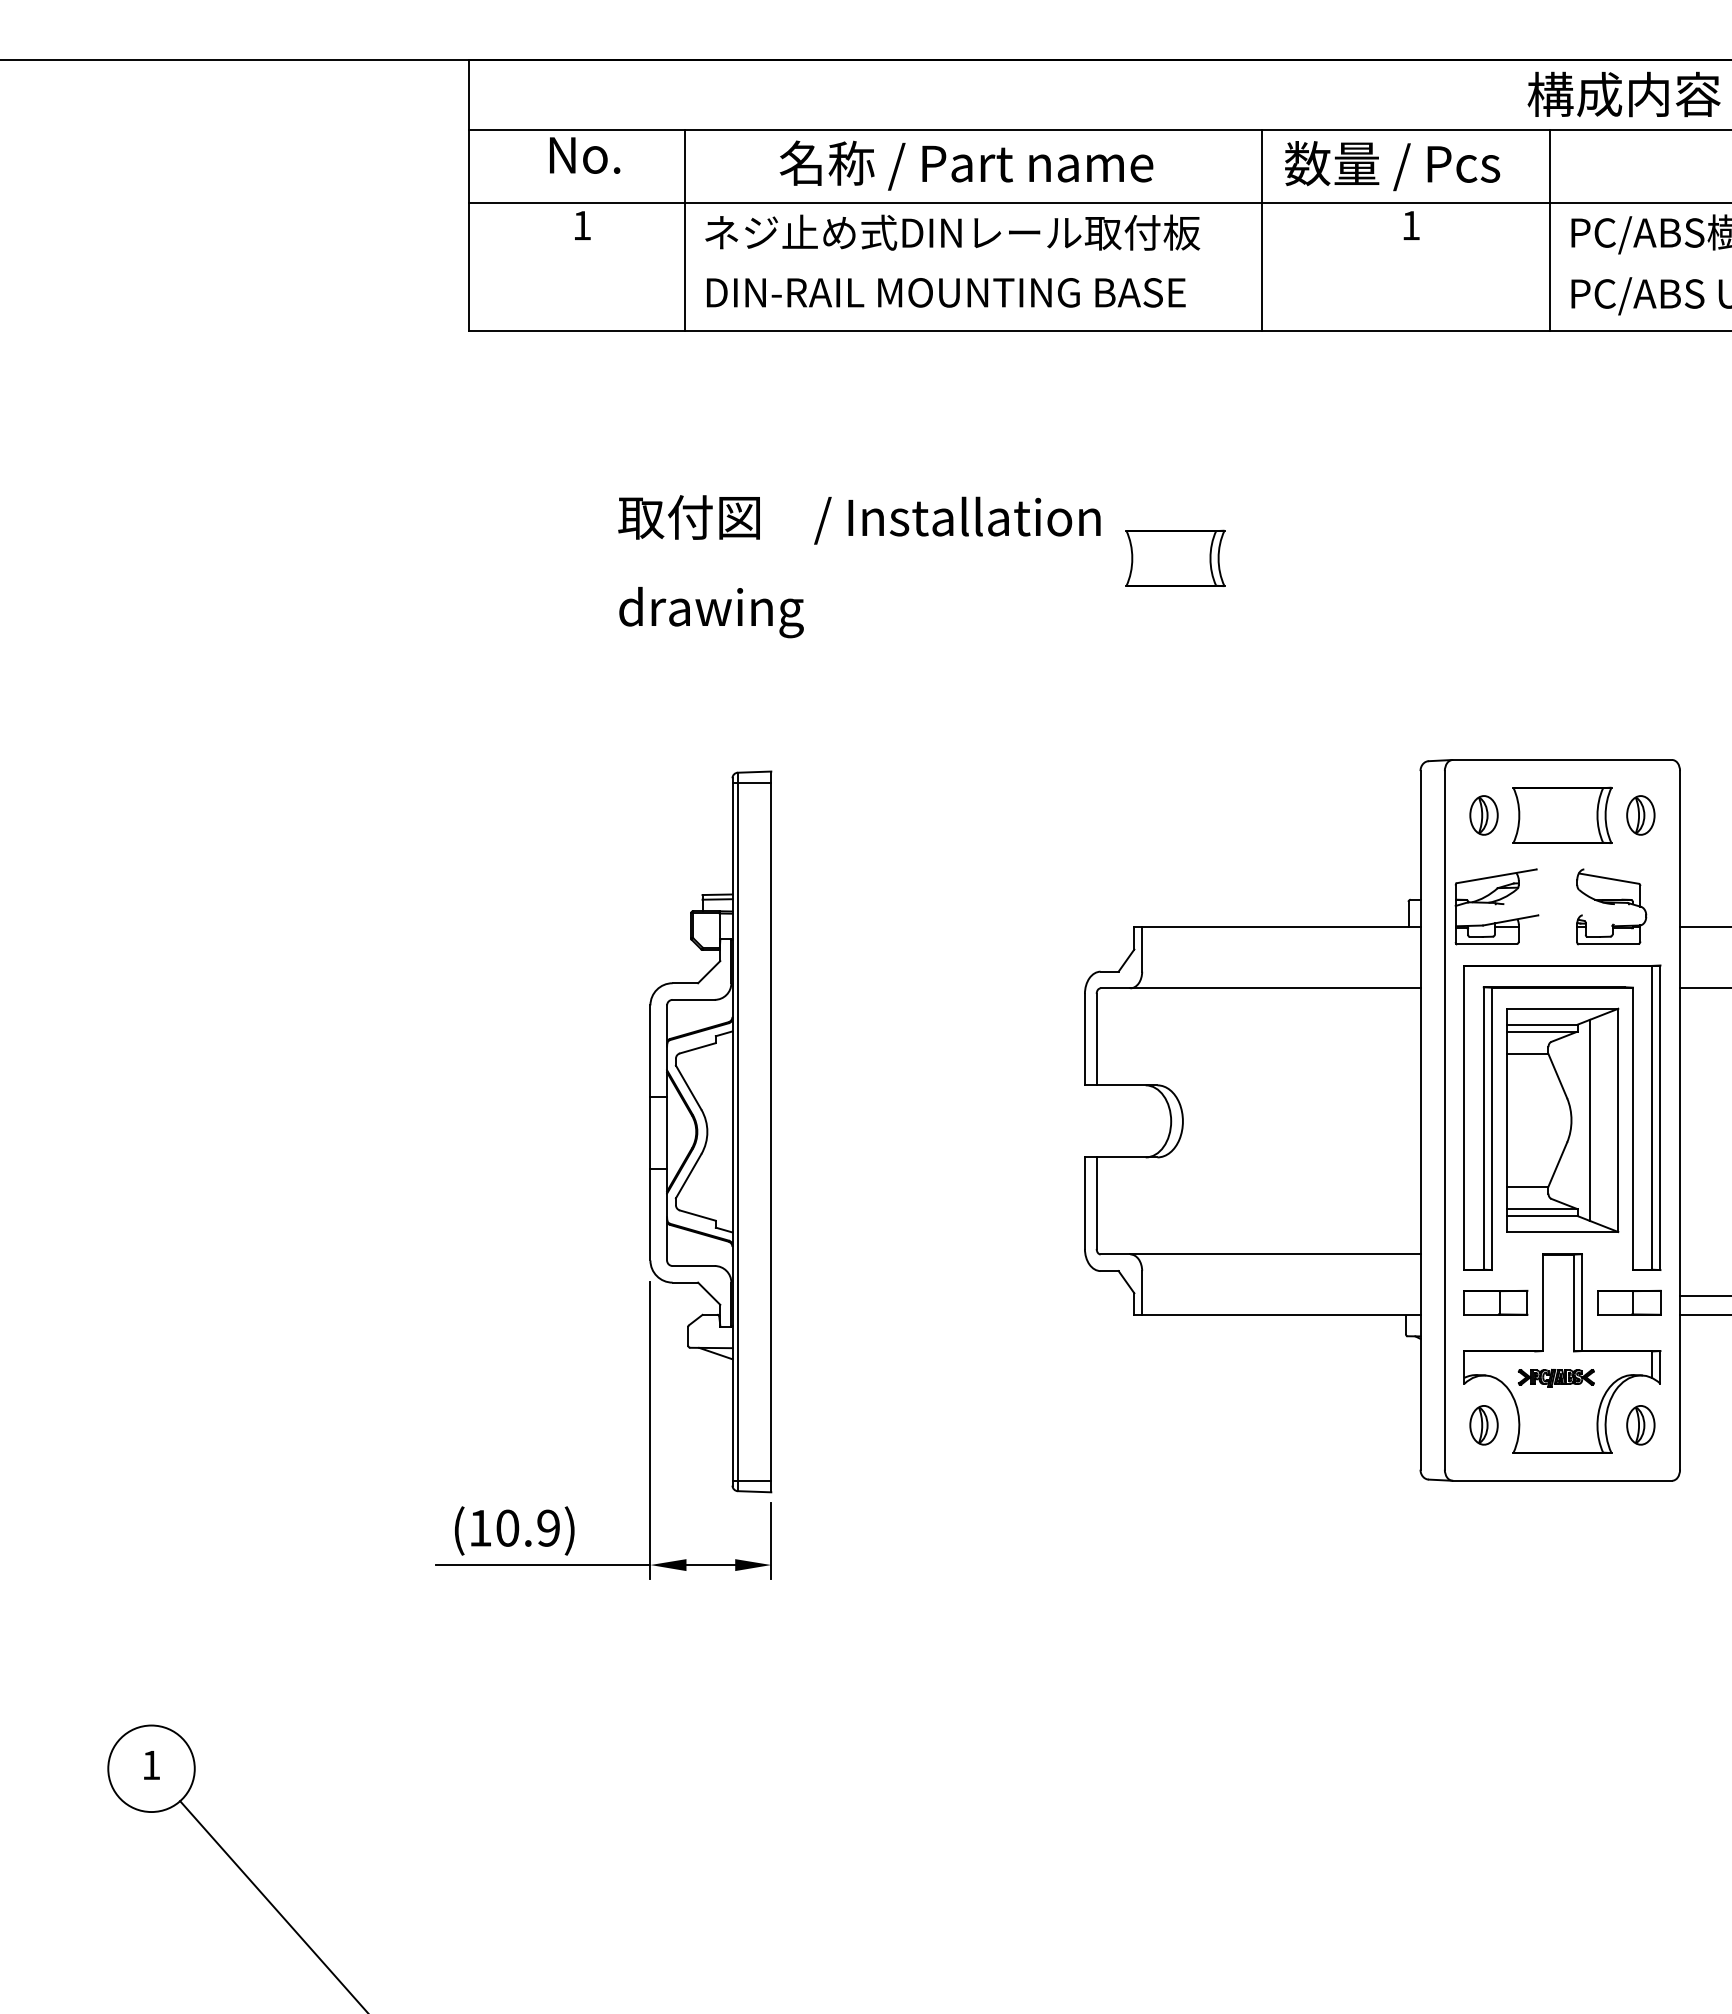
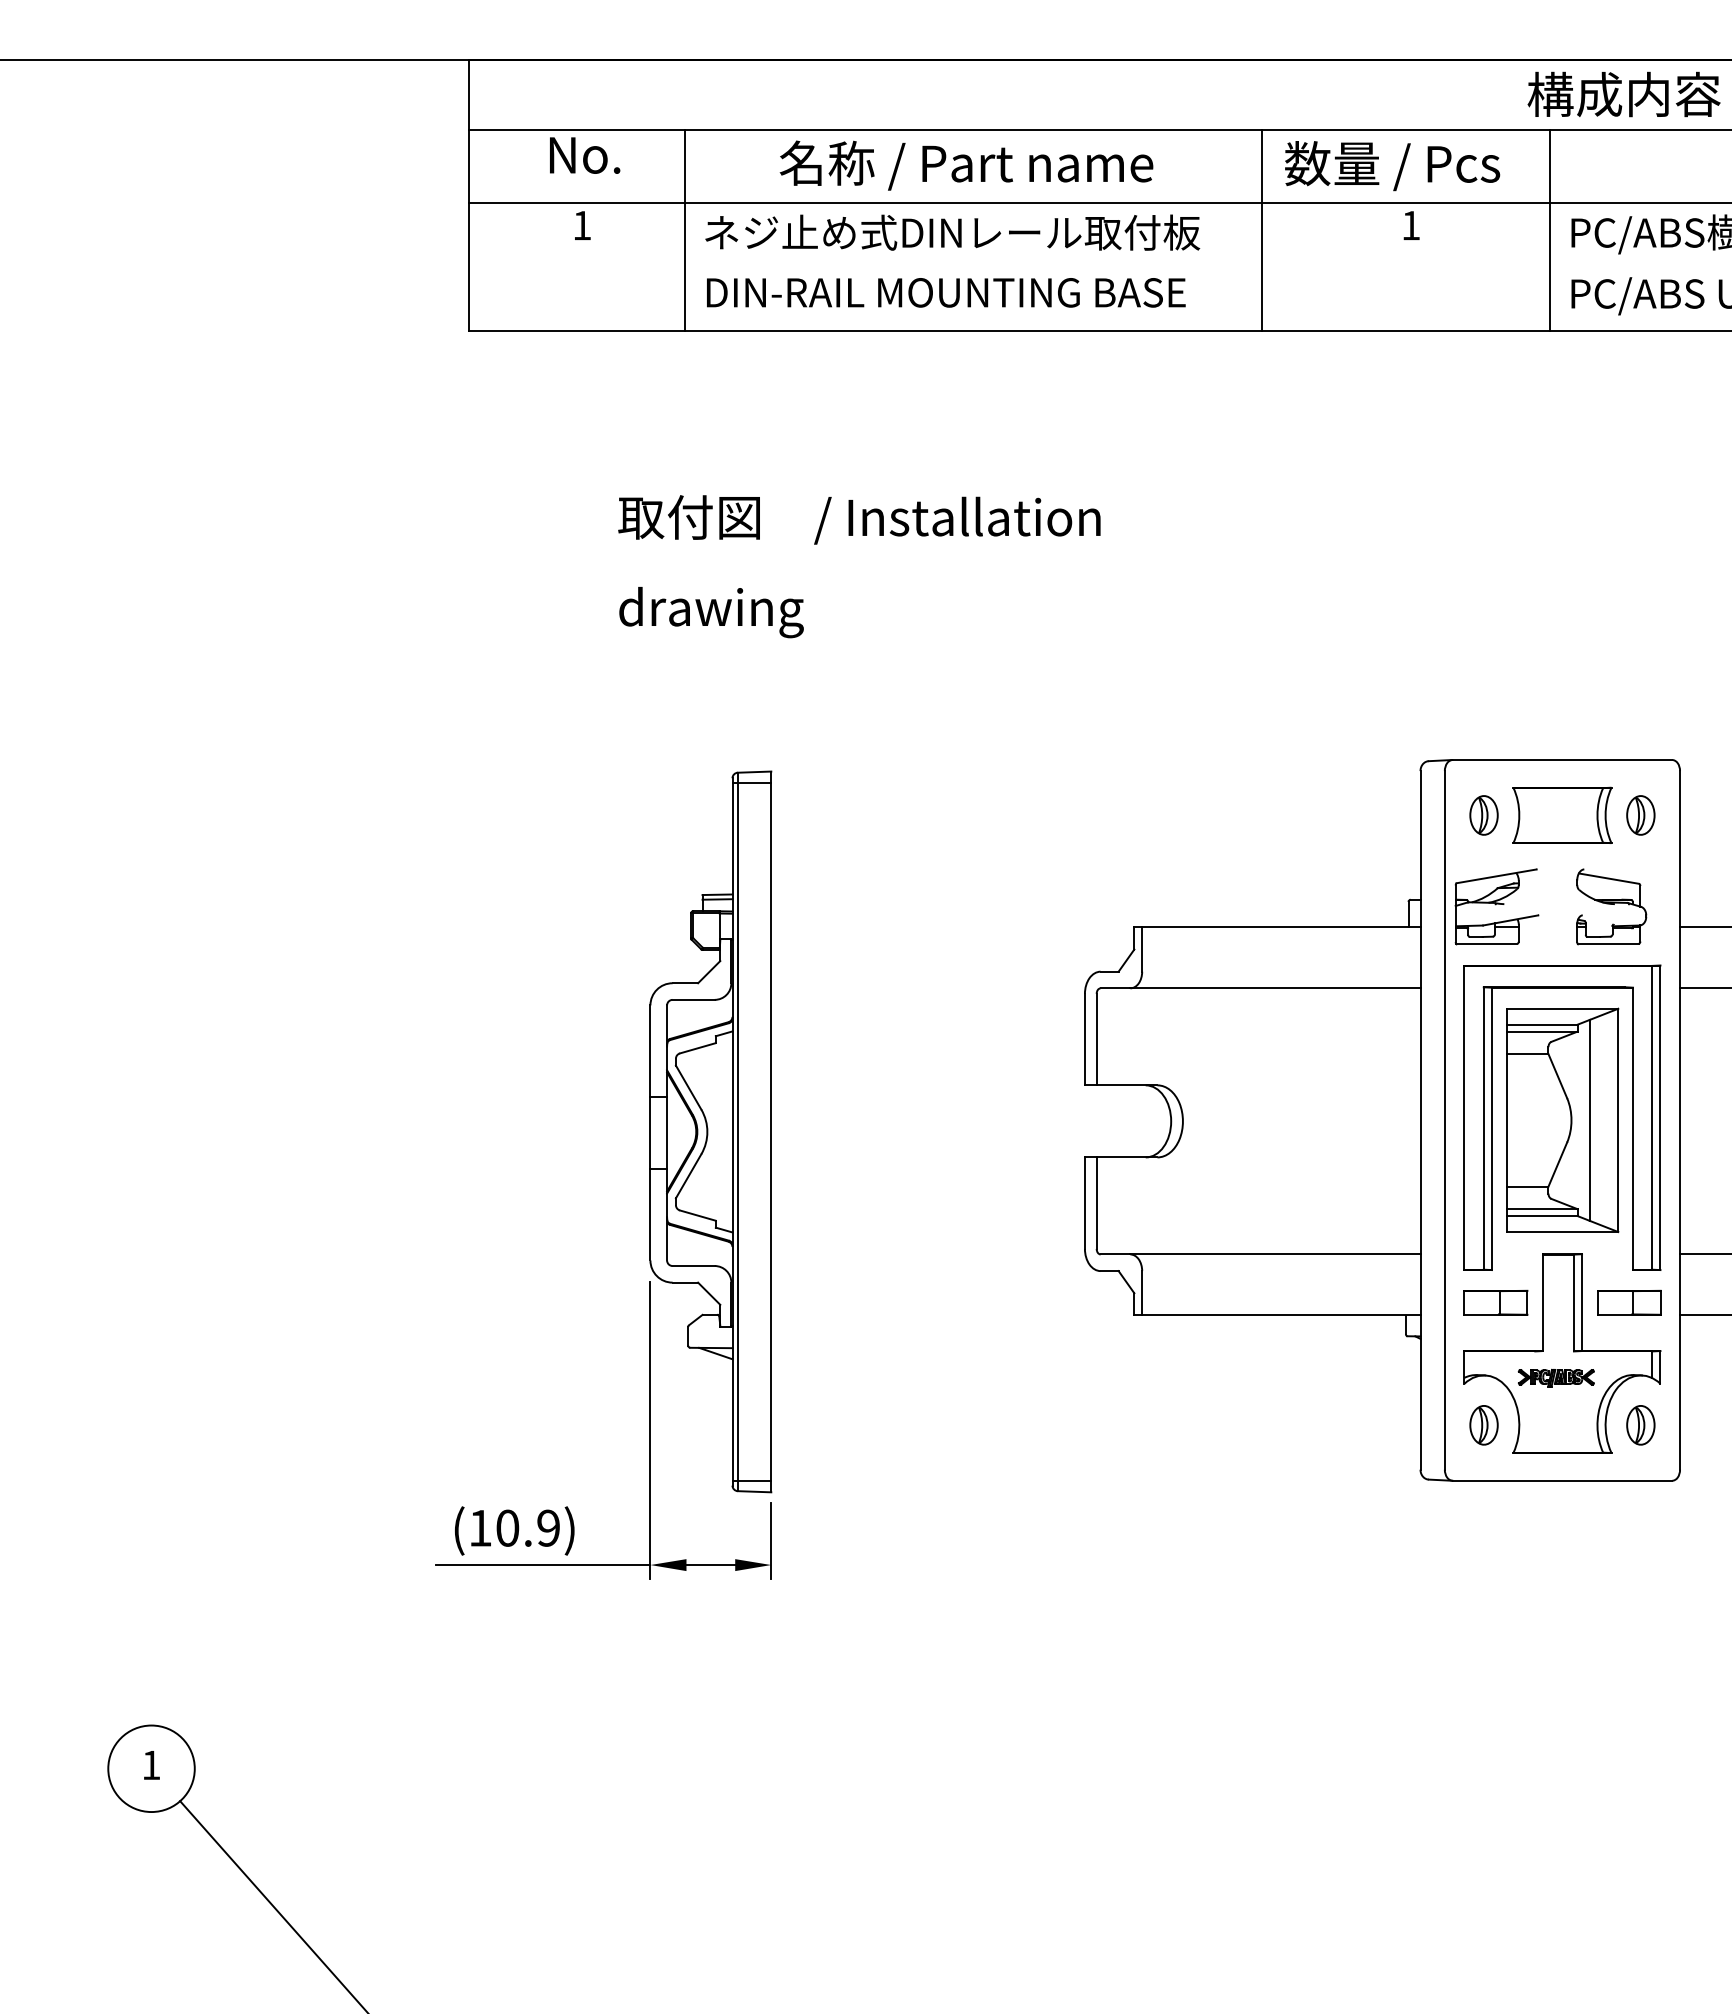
part at (1175, 557): present -> none
line at (1704, 1296) position: (1704, 1296) -> (1704, 1254)
